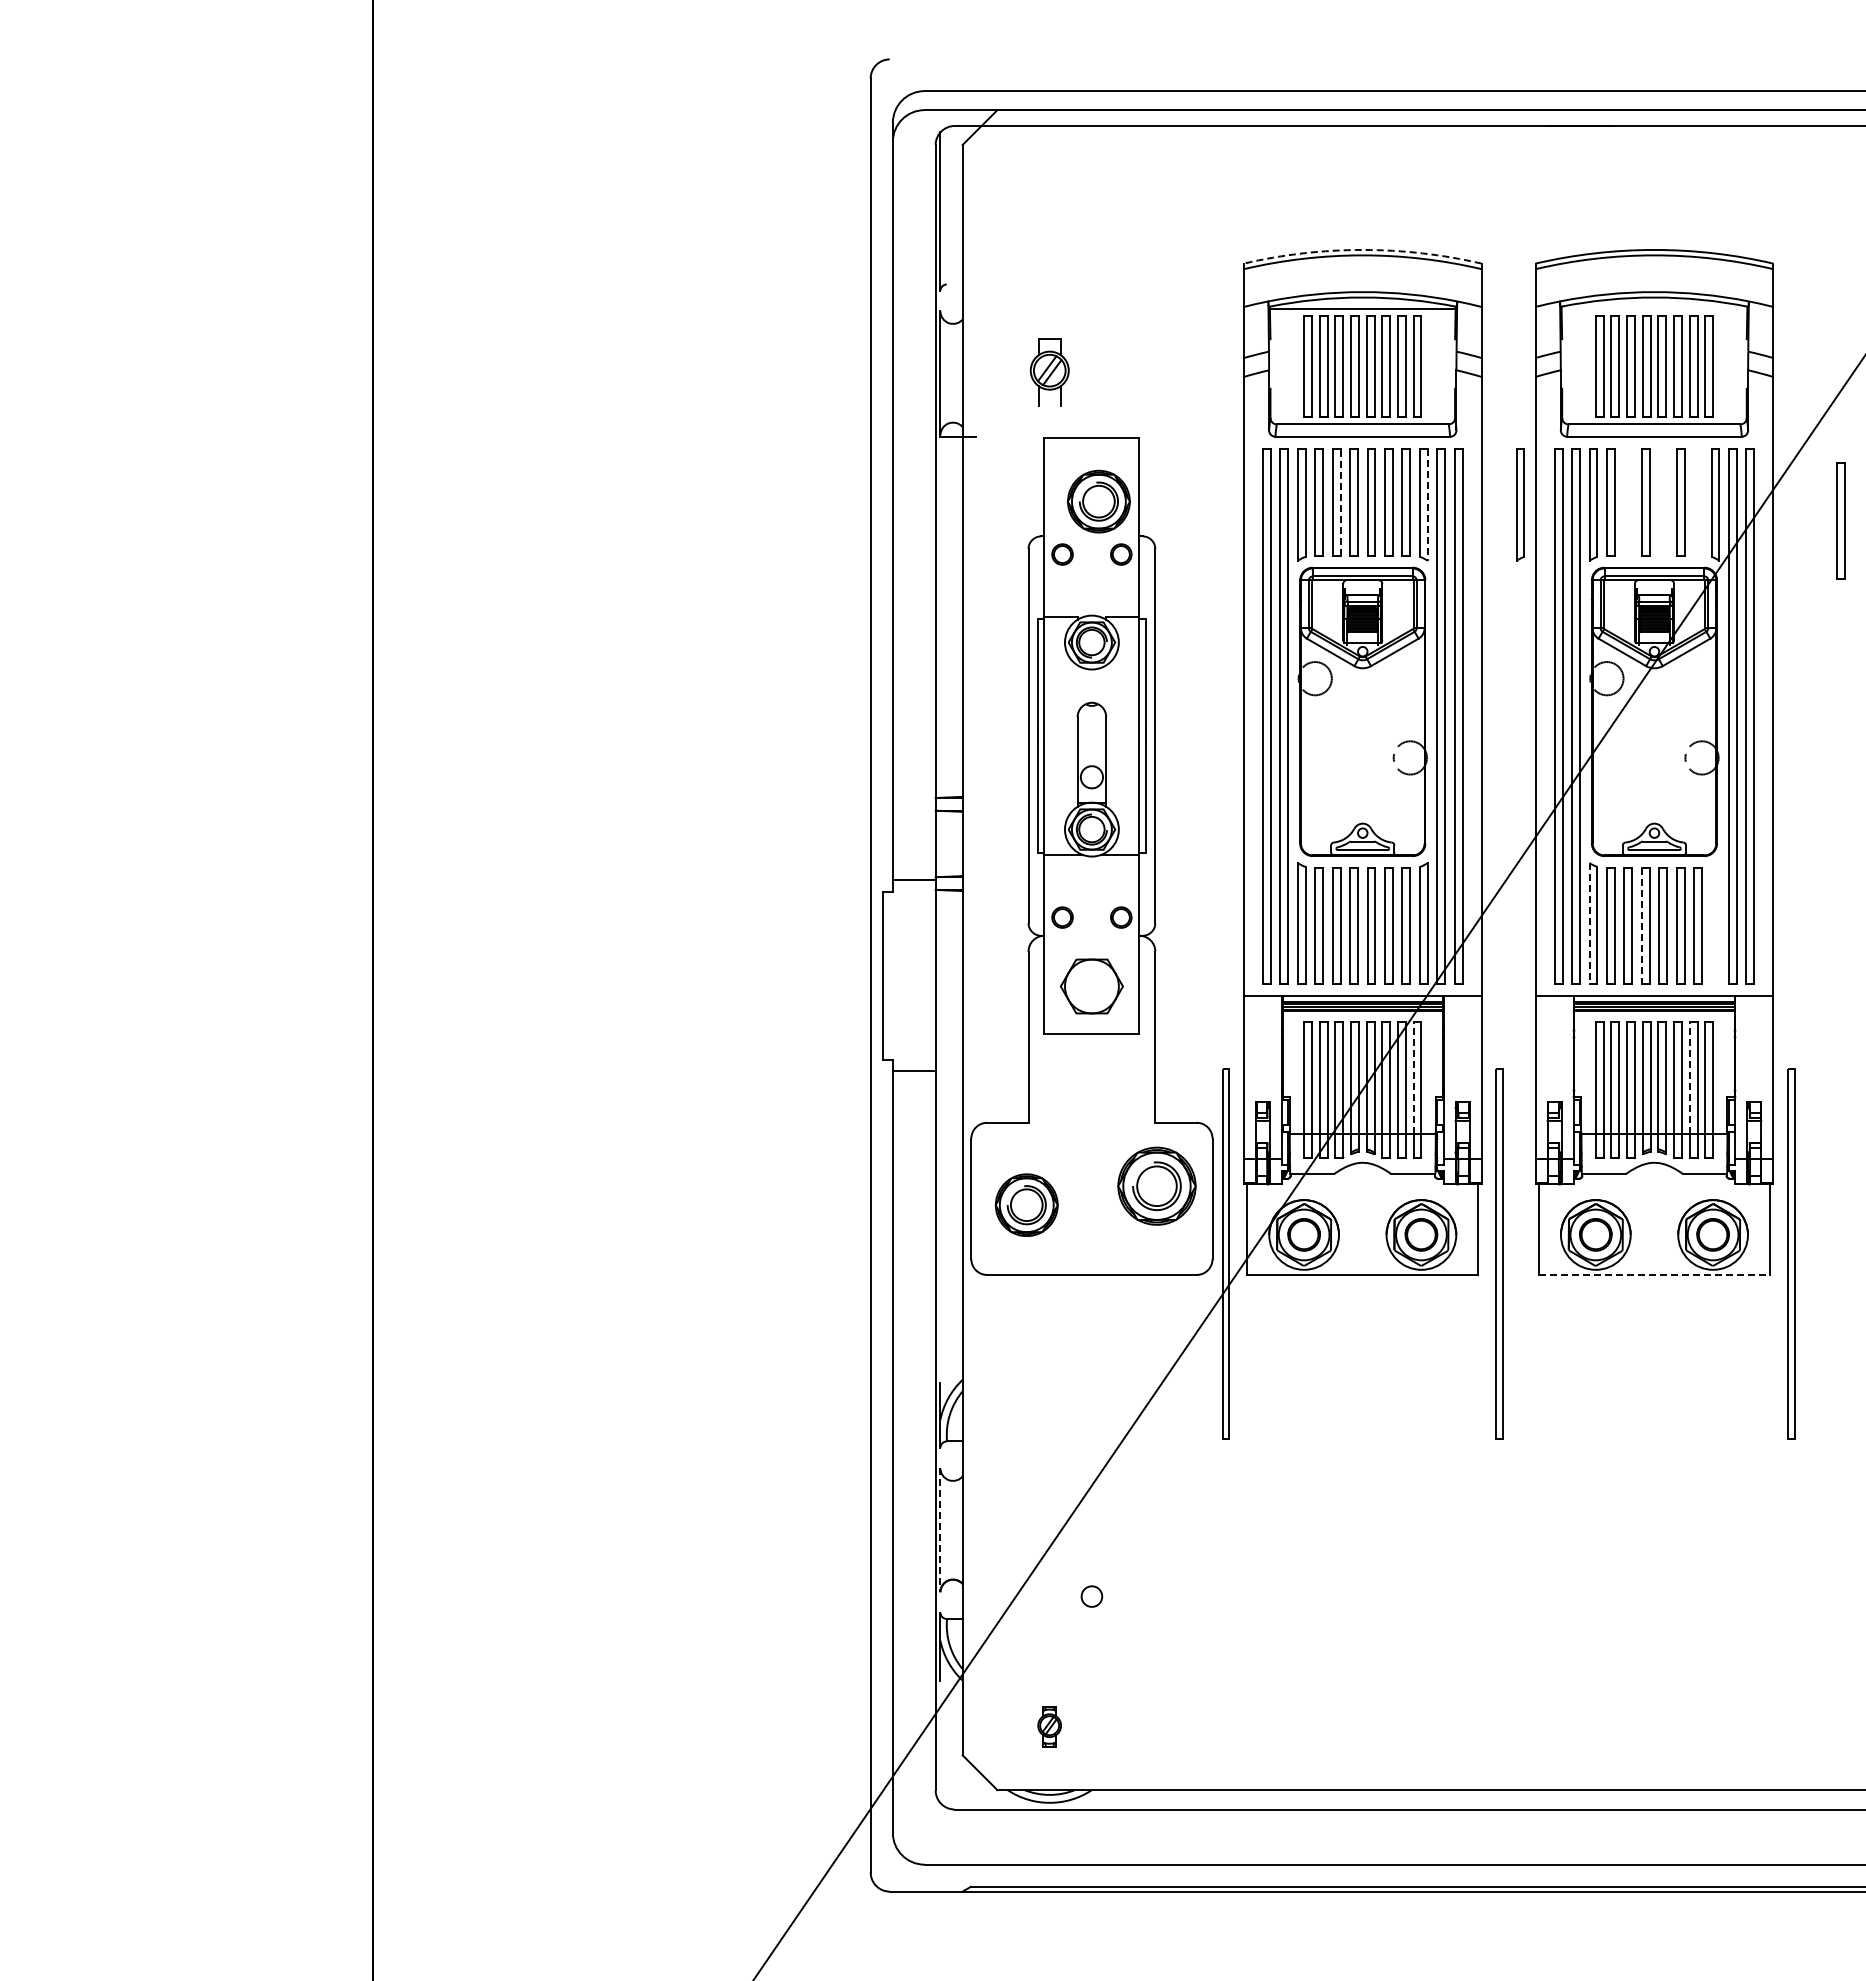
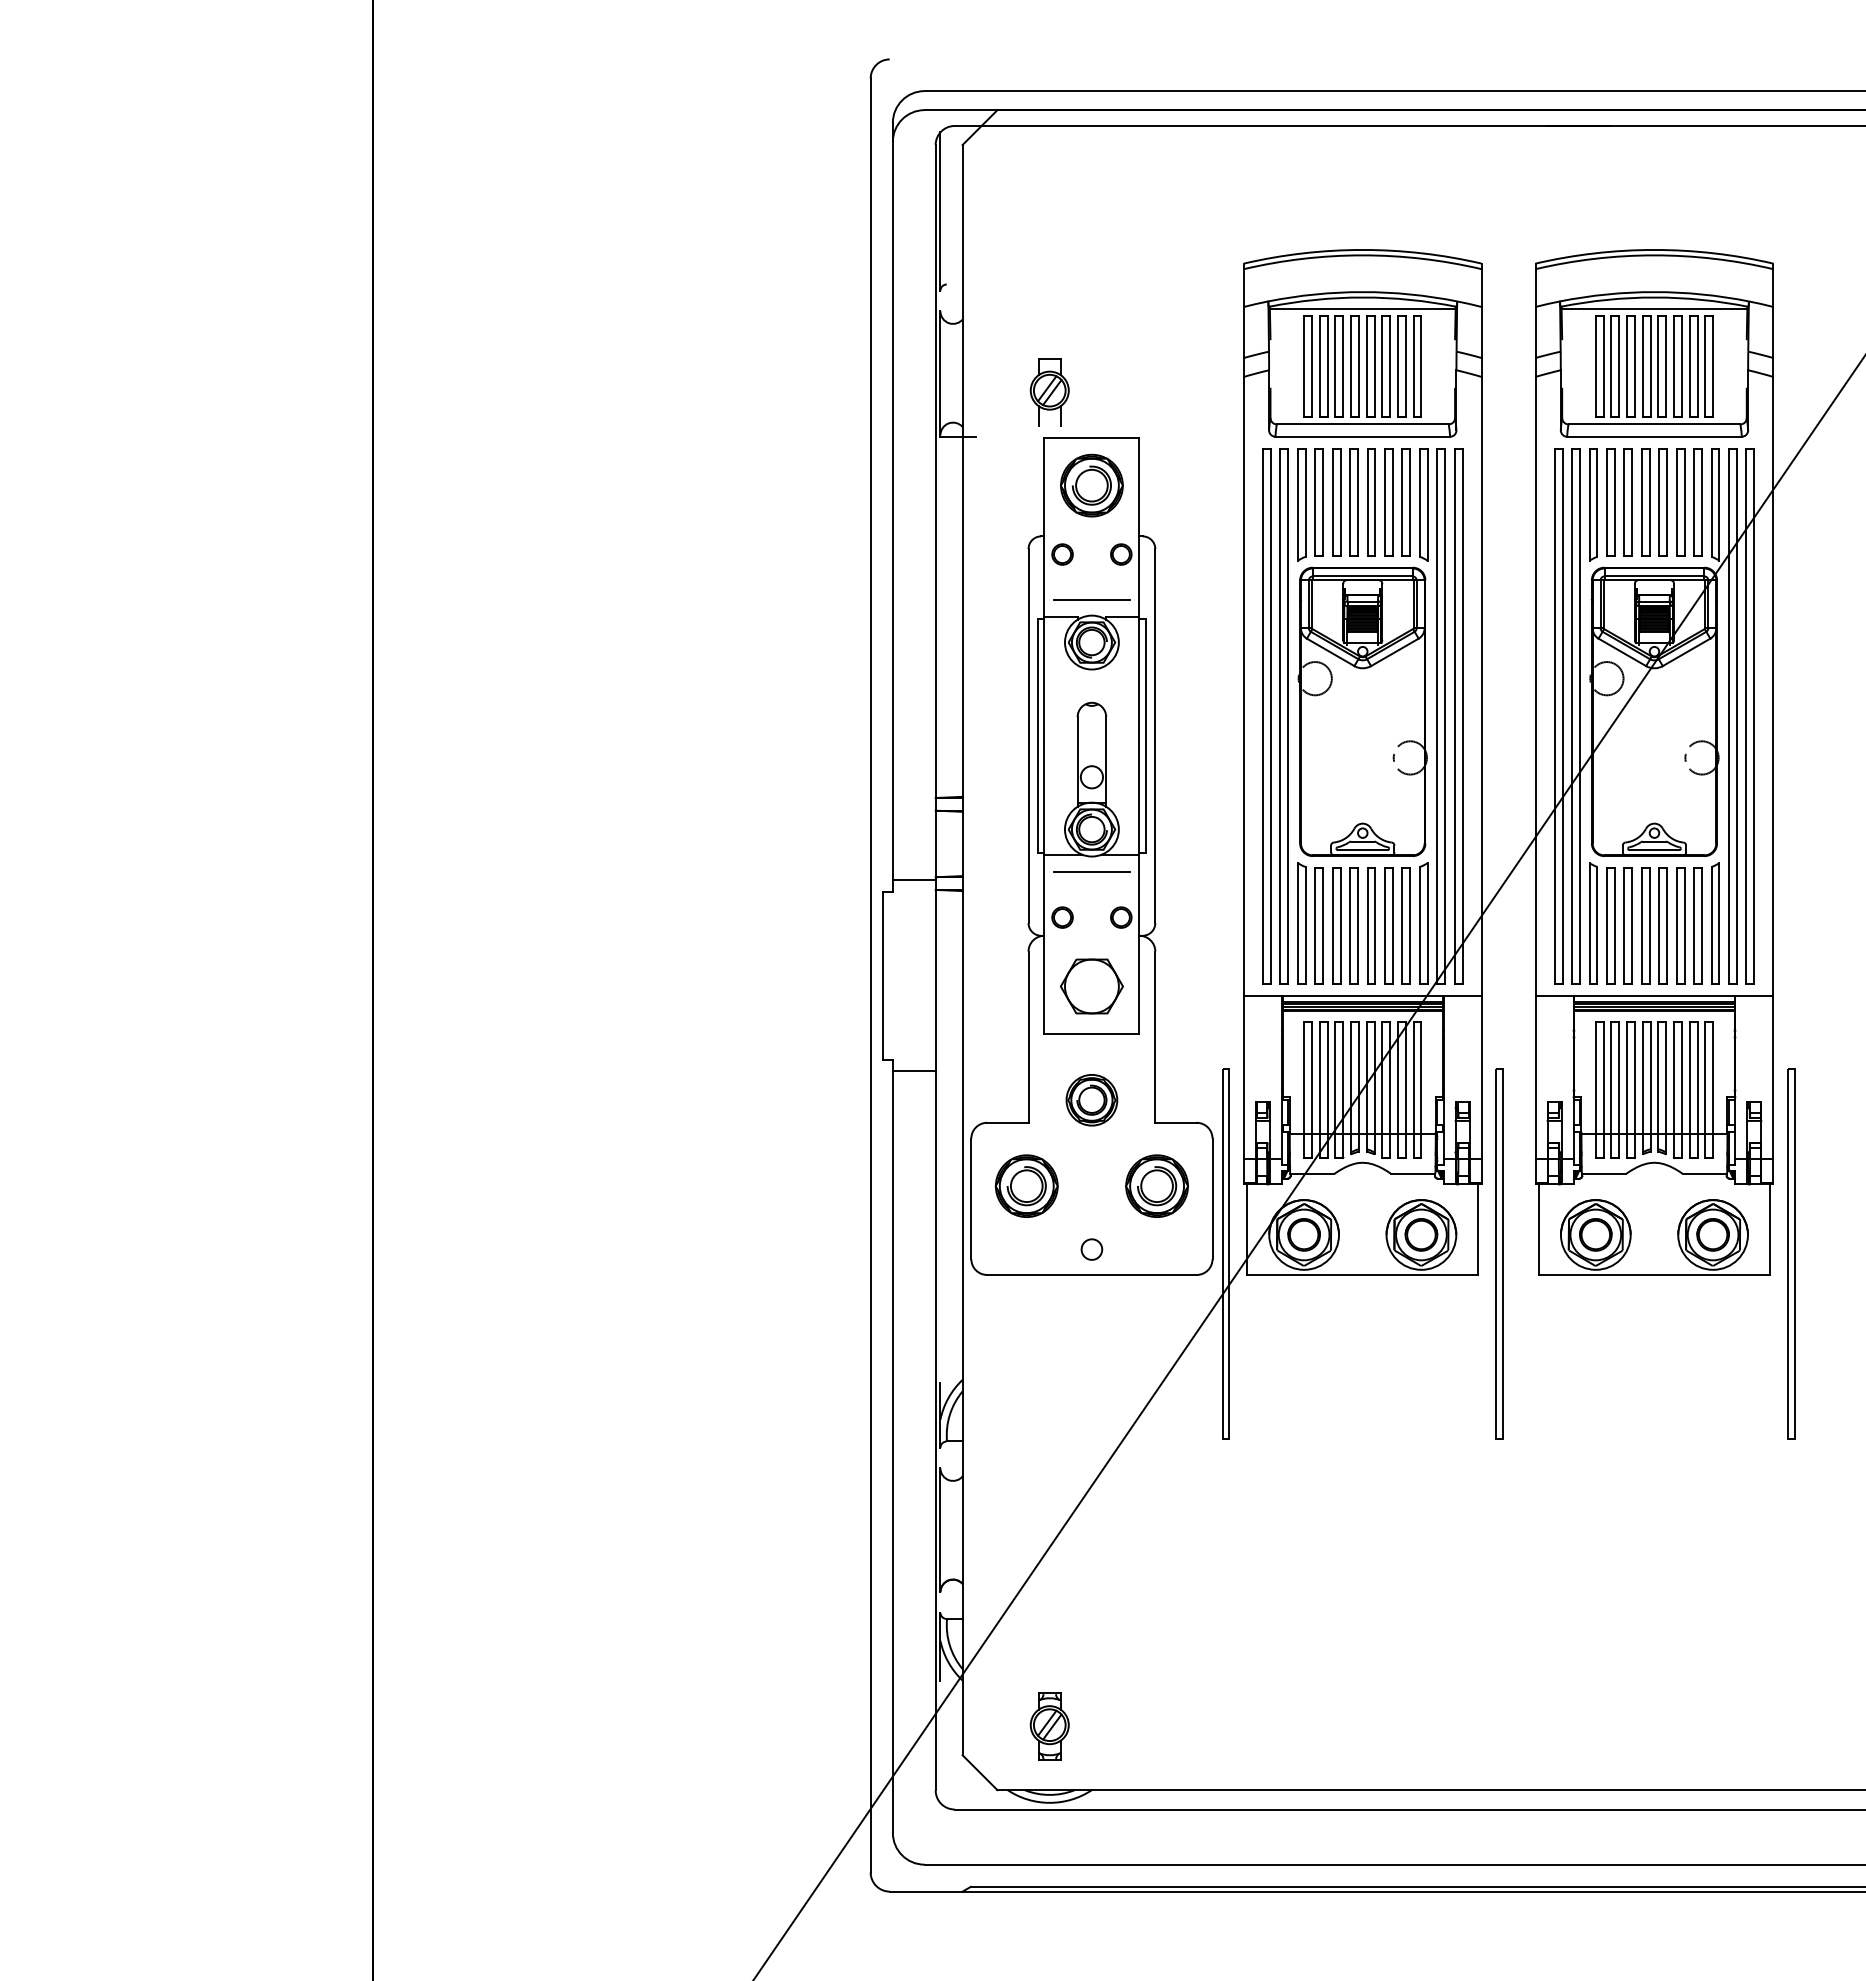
arc at (1362, 249): dashed -> solid
line at (1654, 309): none -> present
part at (1049, 372) position: (1049, 372) -> (1049, 392)
part at (1098, 501) position: (1098, 501) -> (1091, 485)
line at (1340, 501): dashed -> solid
part at (1627, 502): none -> present
part at (1662, 502): none -> present
part at (1697, 502): none -> present
part at (1520, 504): present -> none
line at (1427, 505): dashed -> solid
part at (1840, 520): present -> none
line at (1091, 599): none -> present
line at (1091, 872): none -> present
line at (1589, 923): dashed -> solid
part at (1715, 923): none -> present
line at (1641, 925): dashed -> solid
line at (1413, 1077): dashed -> solid
line at (1689, 1077): dashed -> solid
part at (1091, 1100): none -> present
part at (1156, 1185) size: 80x80 px -> 65x64 px
part at (1026, 1204) position: (1026, 1204) -> (1026, 1185)
line at (1654, 1274): dashed -> solid
line at (940, 1530): dashed -> solid
circle at (1091, 1596) position: (1091, 1596) -> (1091, 1249)
part at (1049, 1726) size: 25x42 px -> 41x69 px
